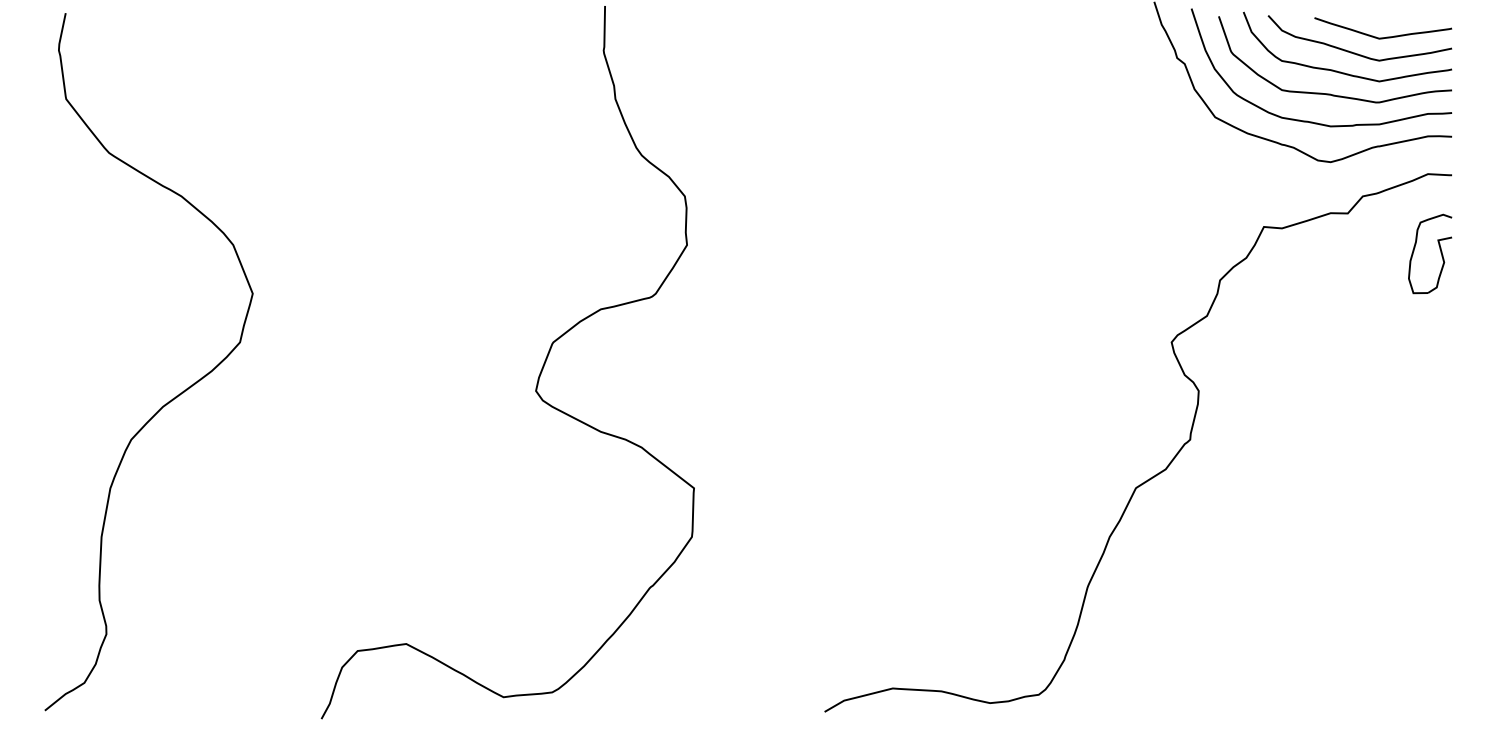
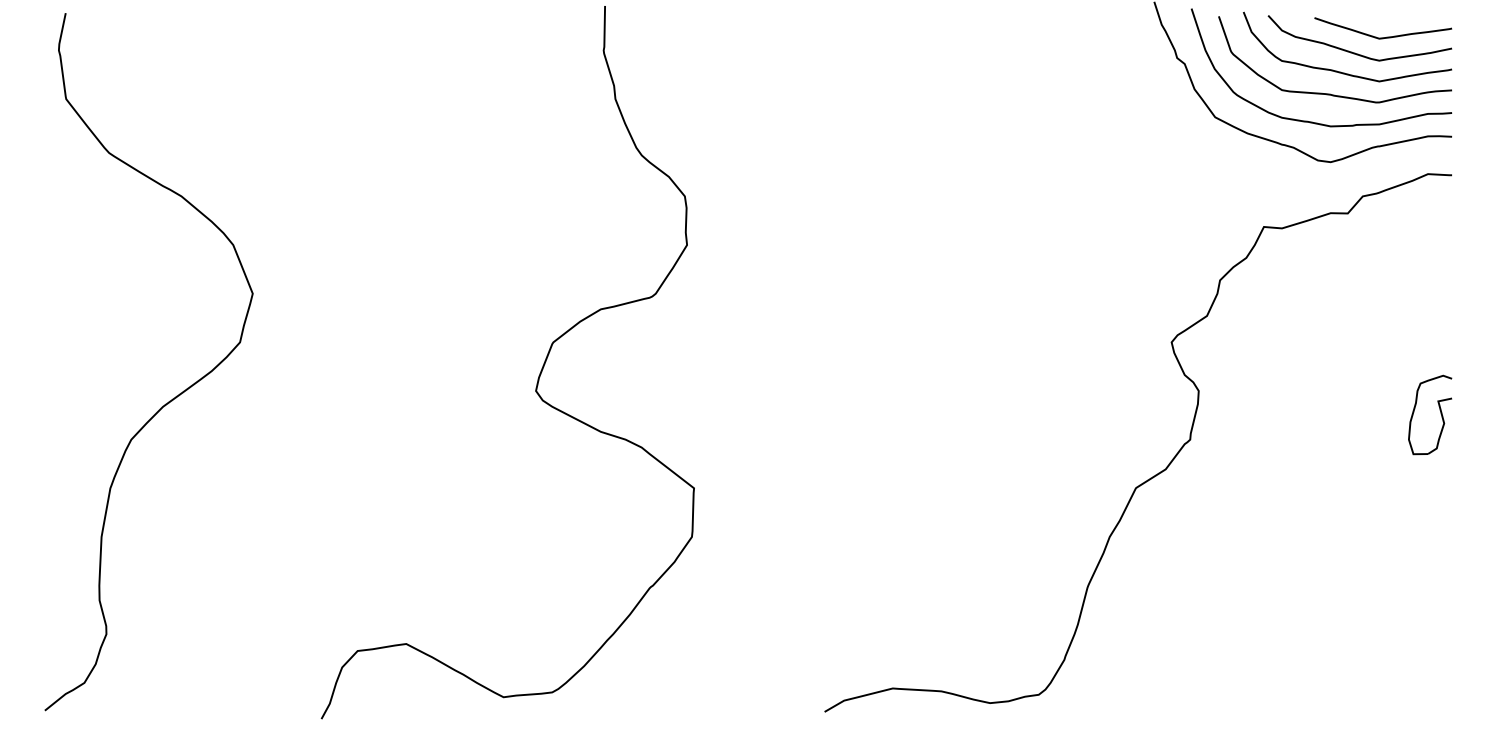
part at (1439, 249) position: (1439, 249) -> (1439, 410)
